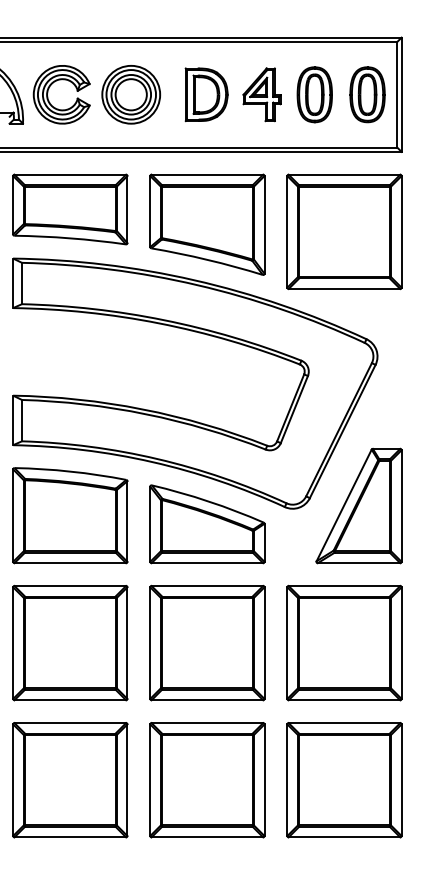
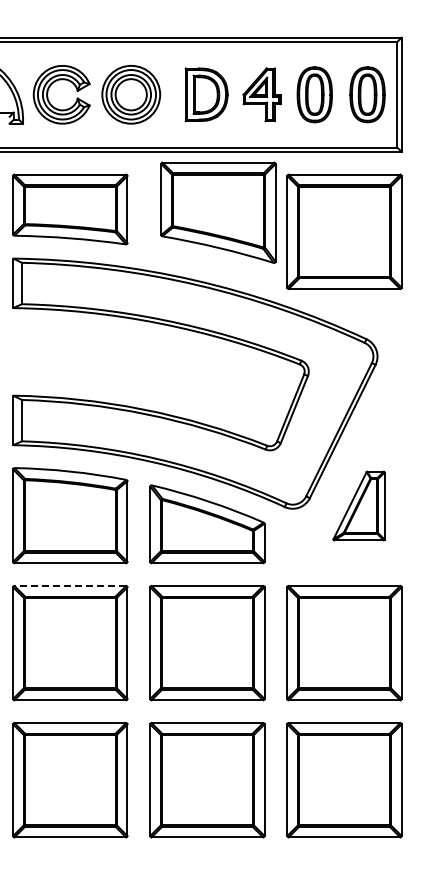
part at (207, 224) position: (207, 224) -> (218, 212)
part at (358, 505) size: 88x118 px -> 54x72 px
line at (70, 586): solid -> dashed
